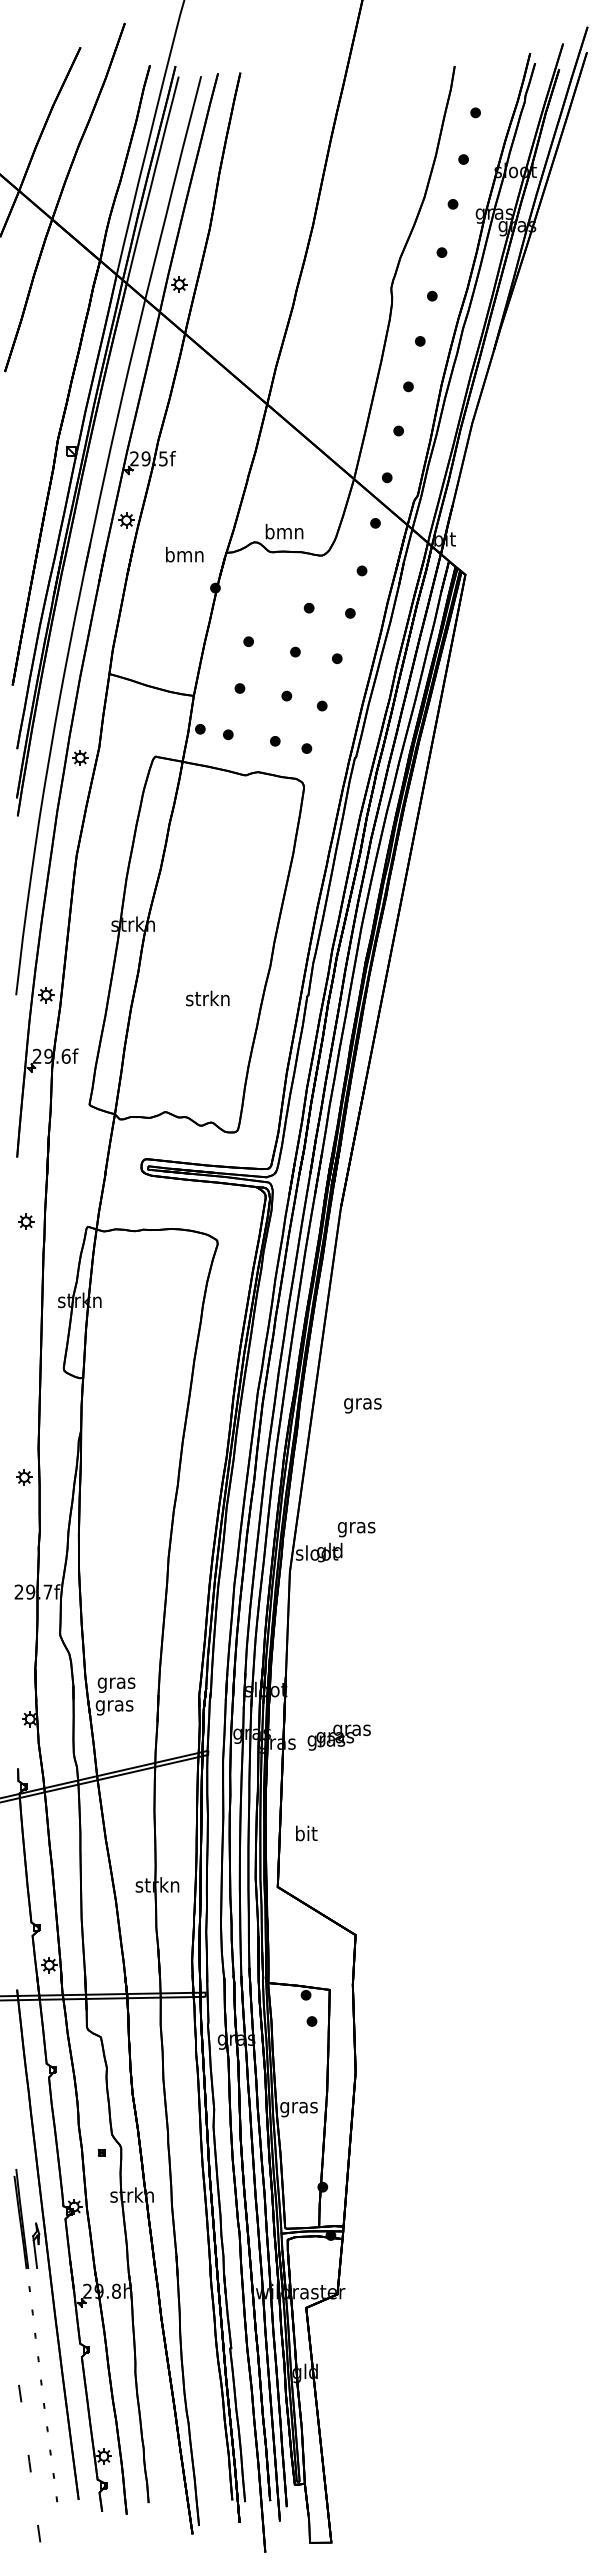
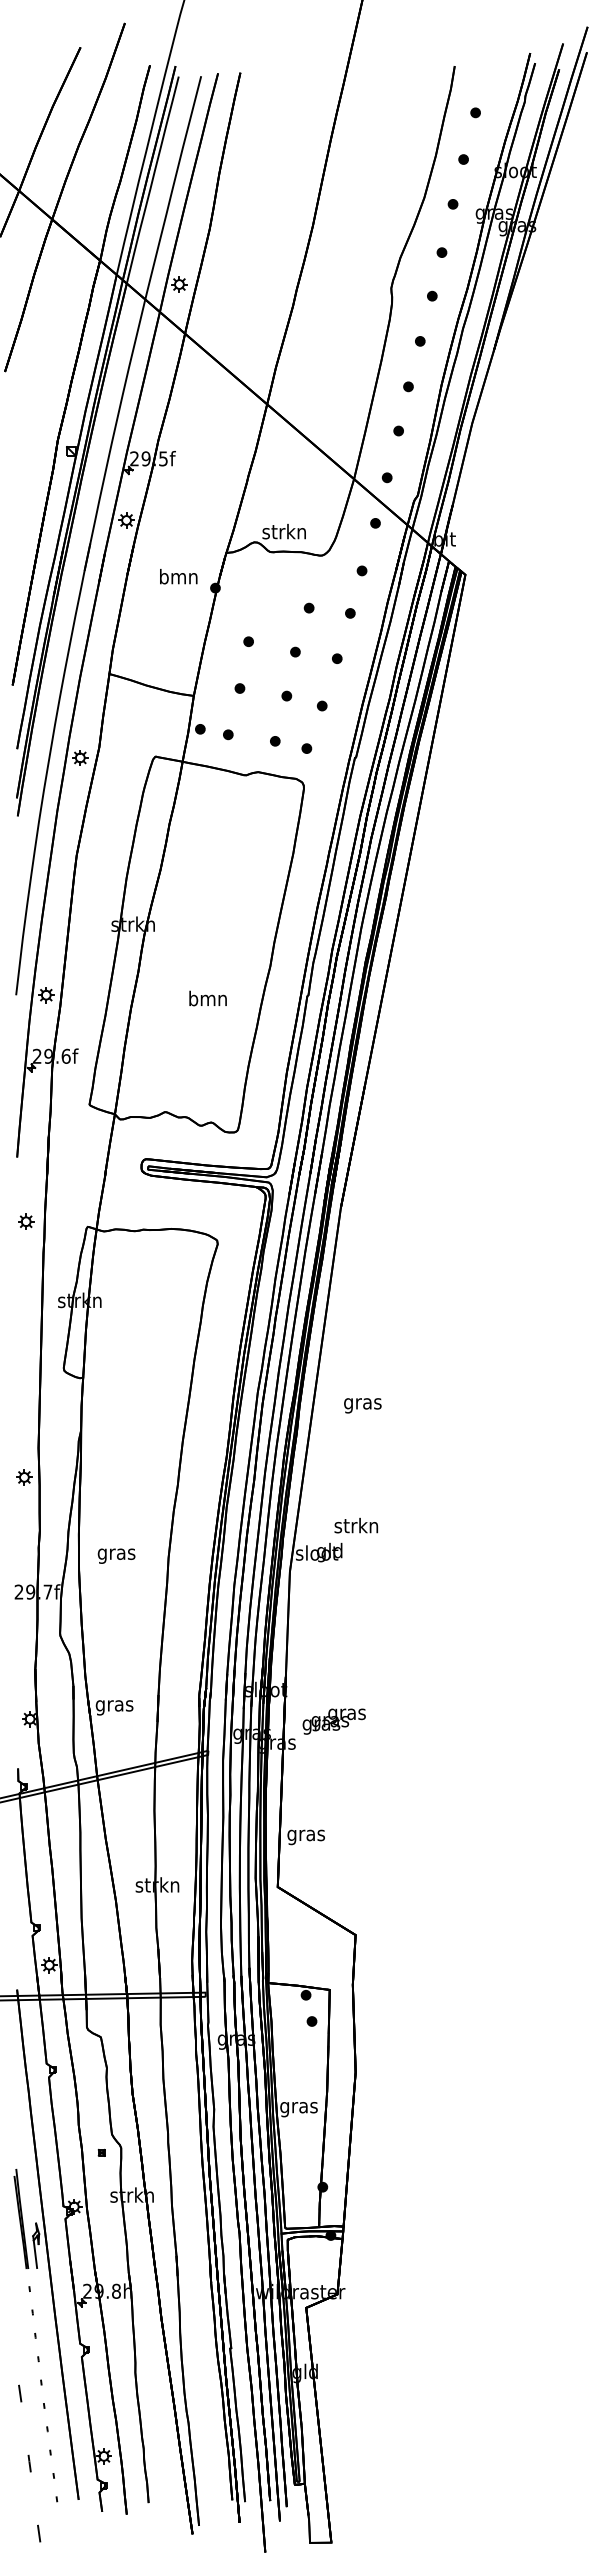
text at (283, 531): bmn -> strkn
text at (184, 554) position: (184, 554) -> (178, 576)
text at (207, 998): strkn -> bmn
text at (356, 1527): gras -> strkn
text at (116, 1684) position: (116, 1684) -> (116, 1555)
text at (338, 1737) position: (338, 1737) -> (333, 1721)
text at (305, 1835): bit -> gras
